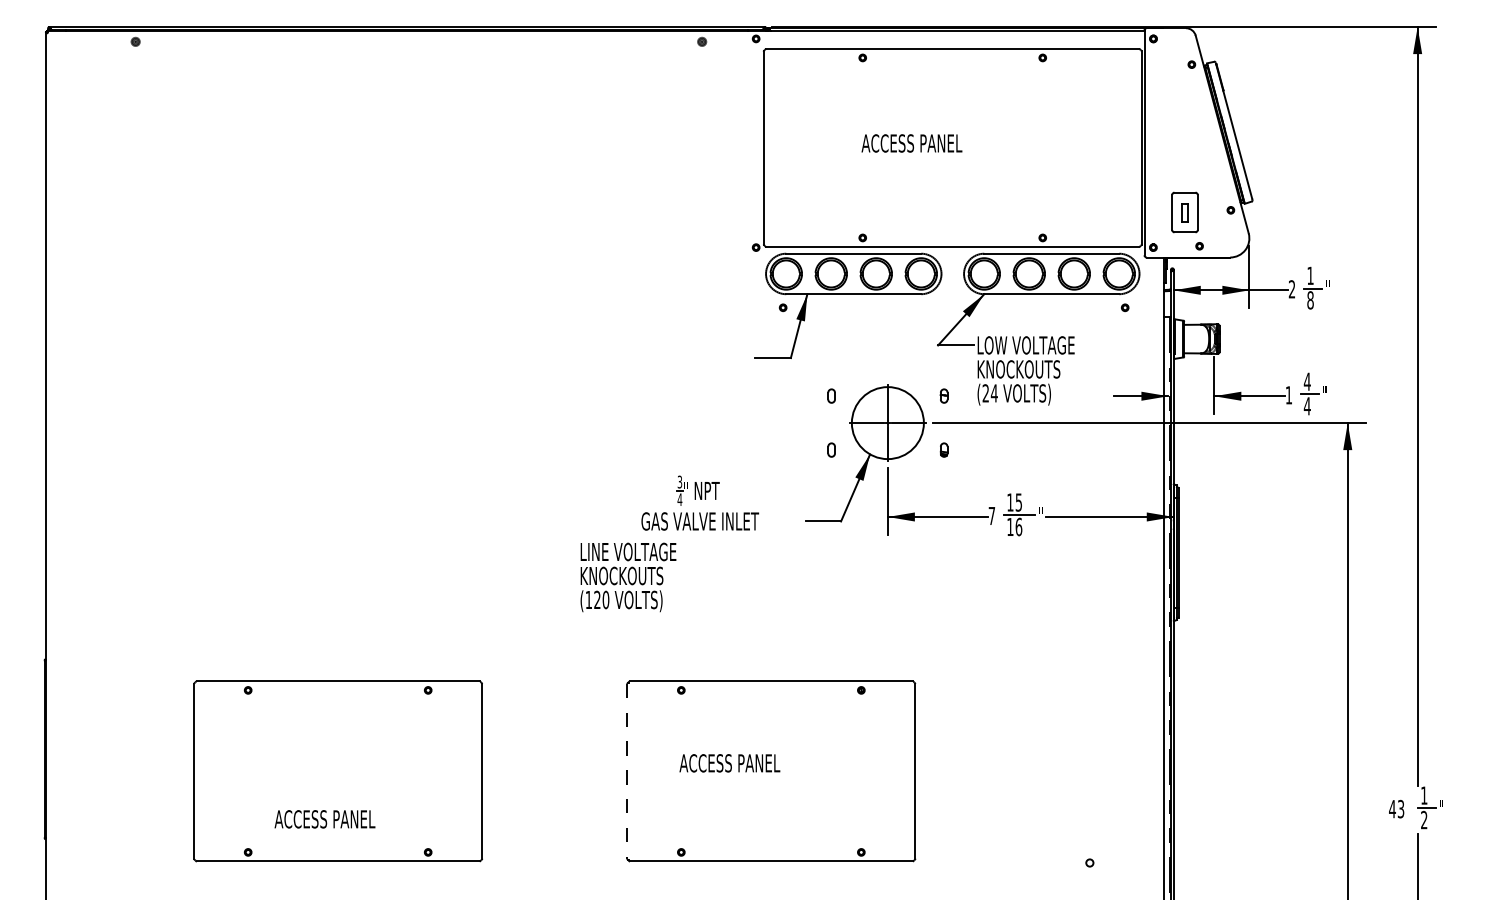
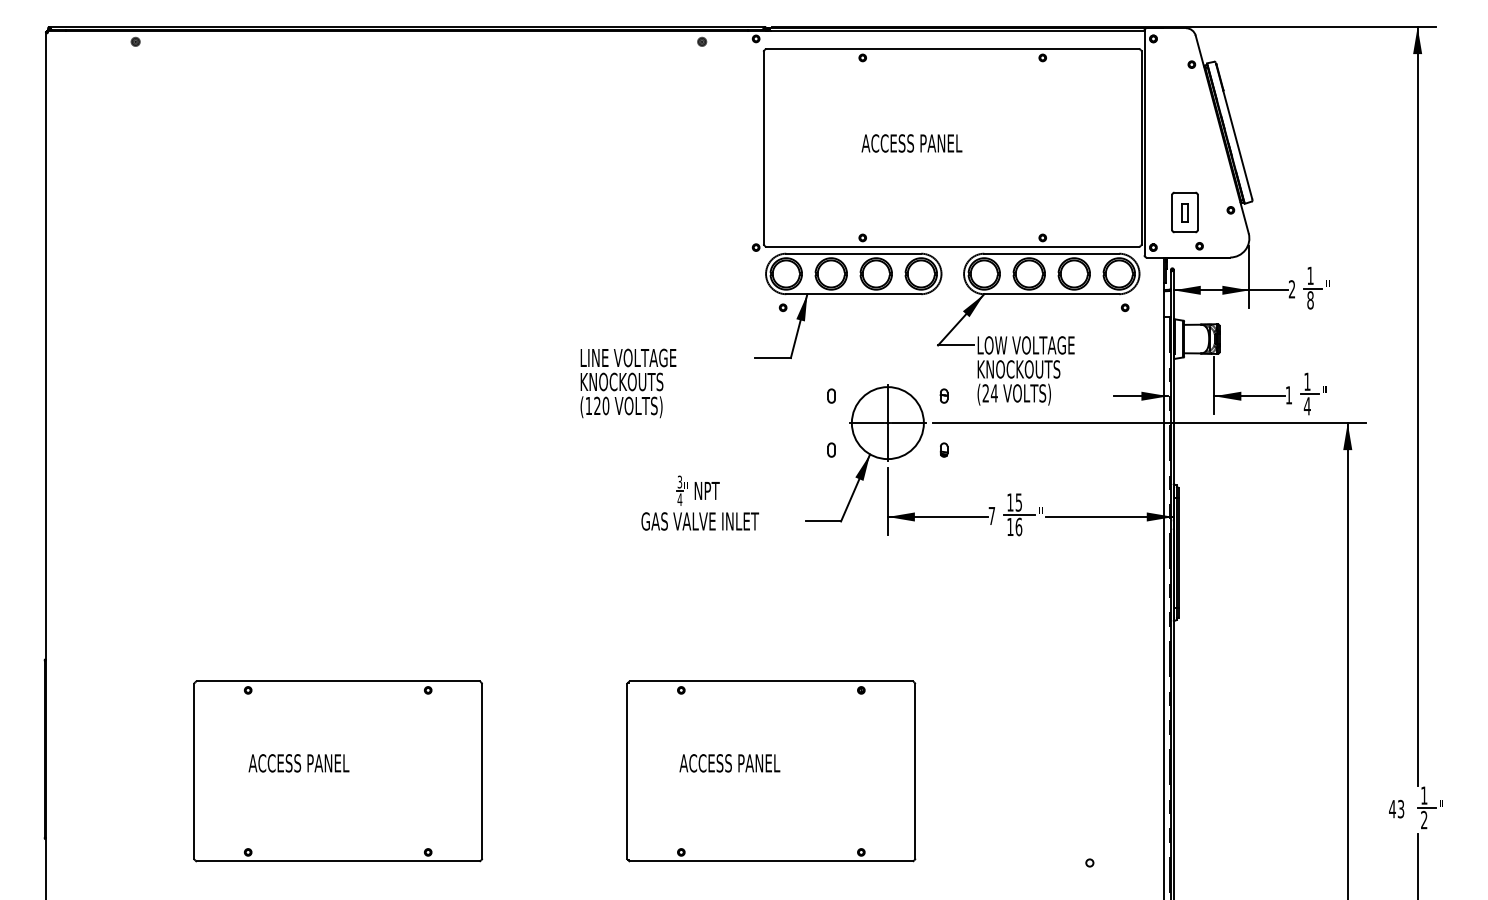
text at (1306, 381): 4 -> 1
text at (628, 577) position: (628, 577) -> (628, 383)
line at (627, 771): dashed -> solid
text at (324, 819) position: (324, 819) -> (298, 763)
